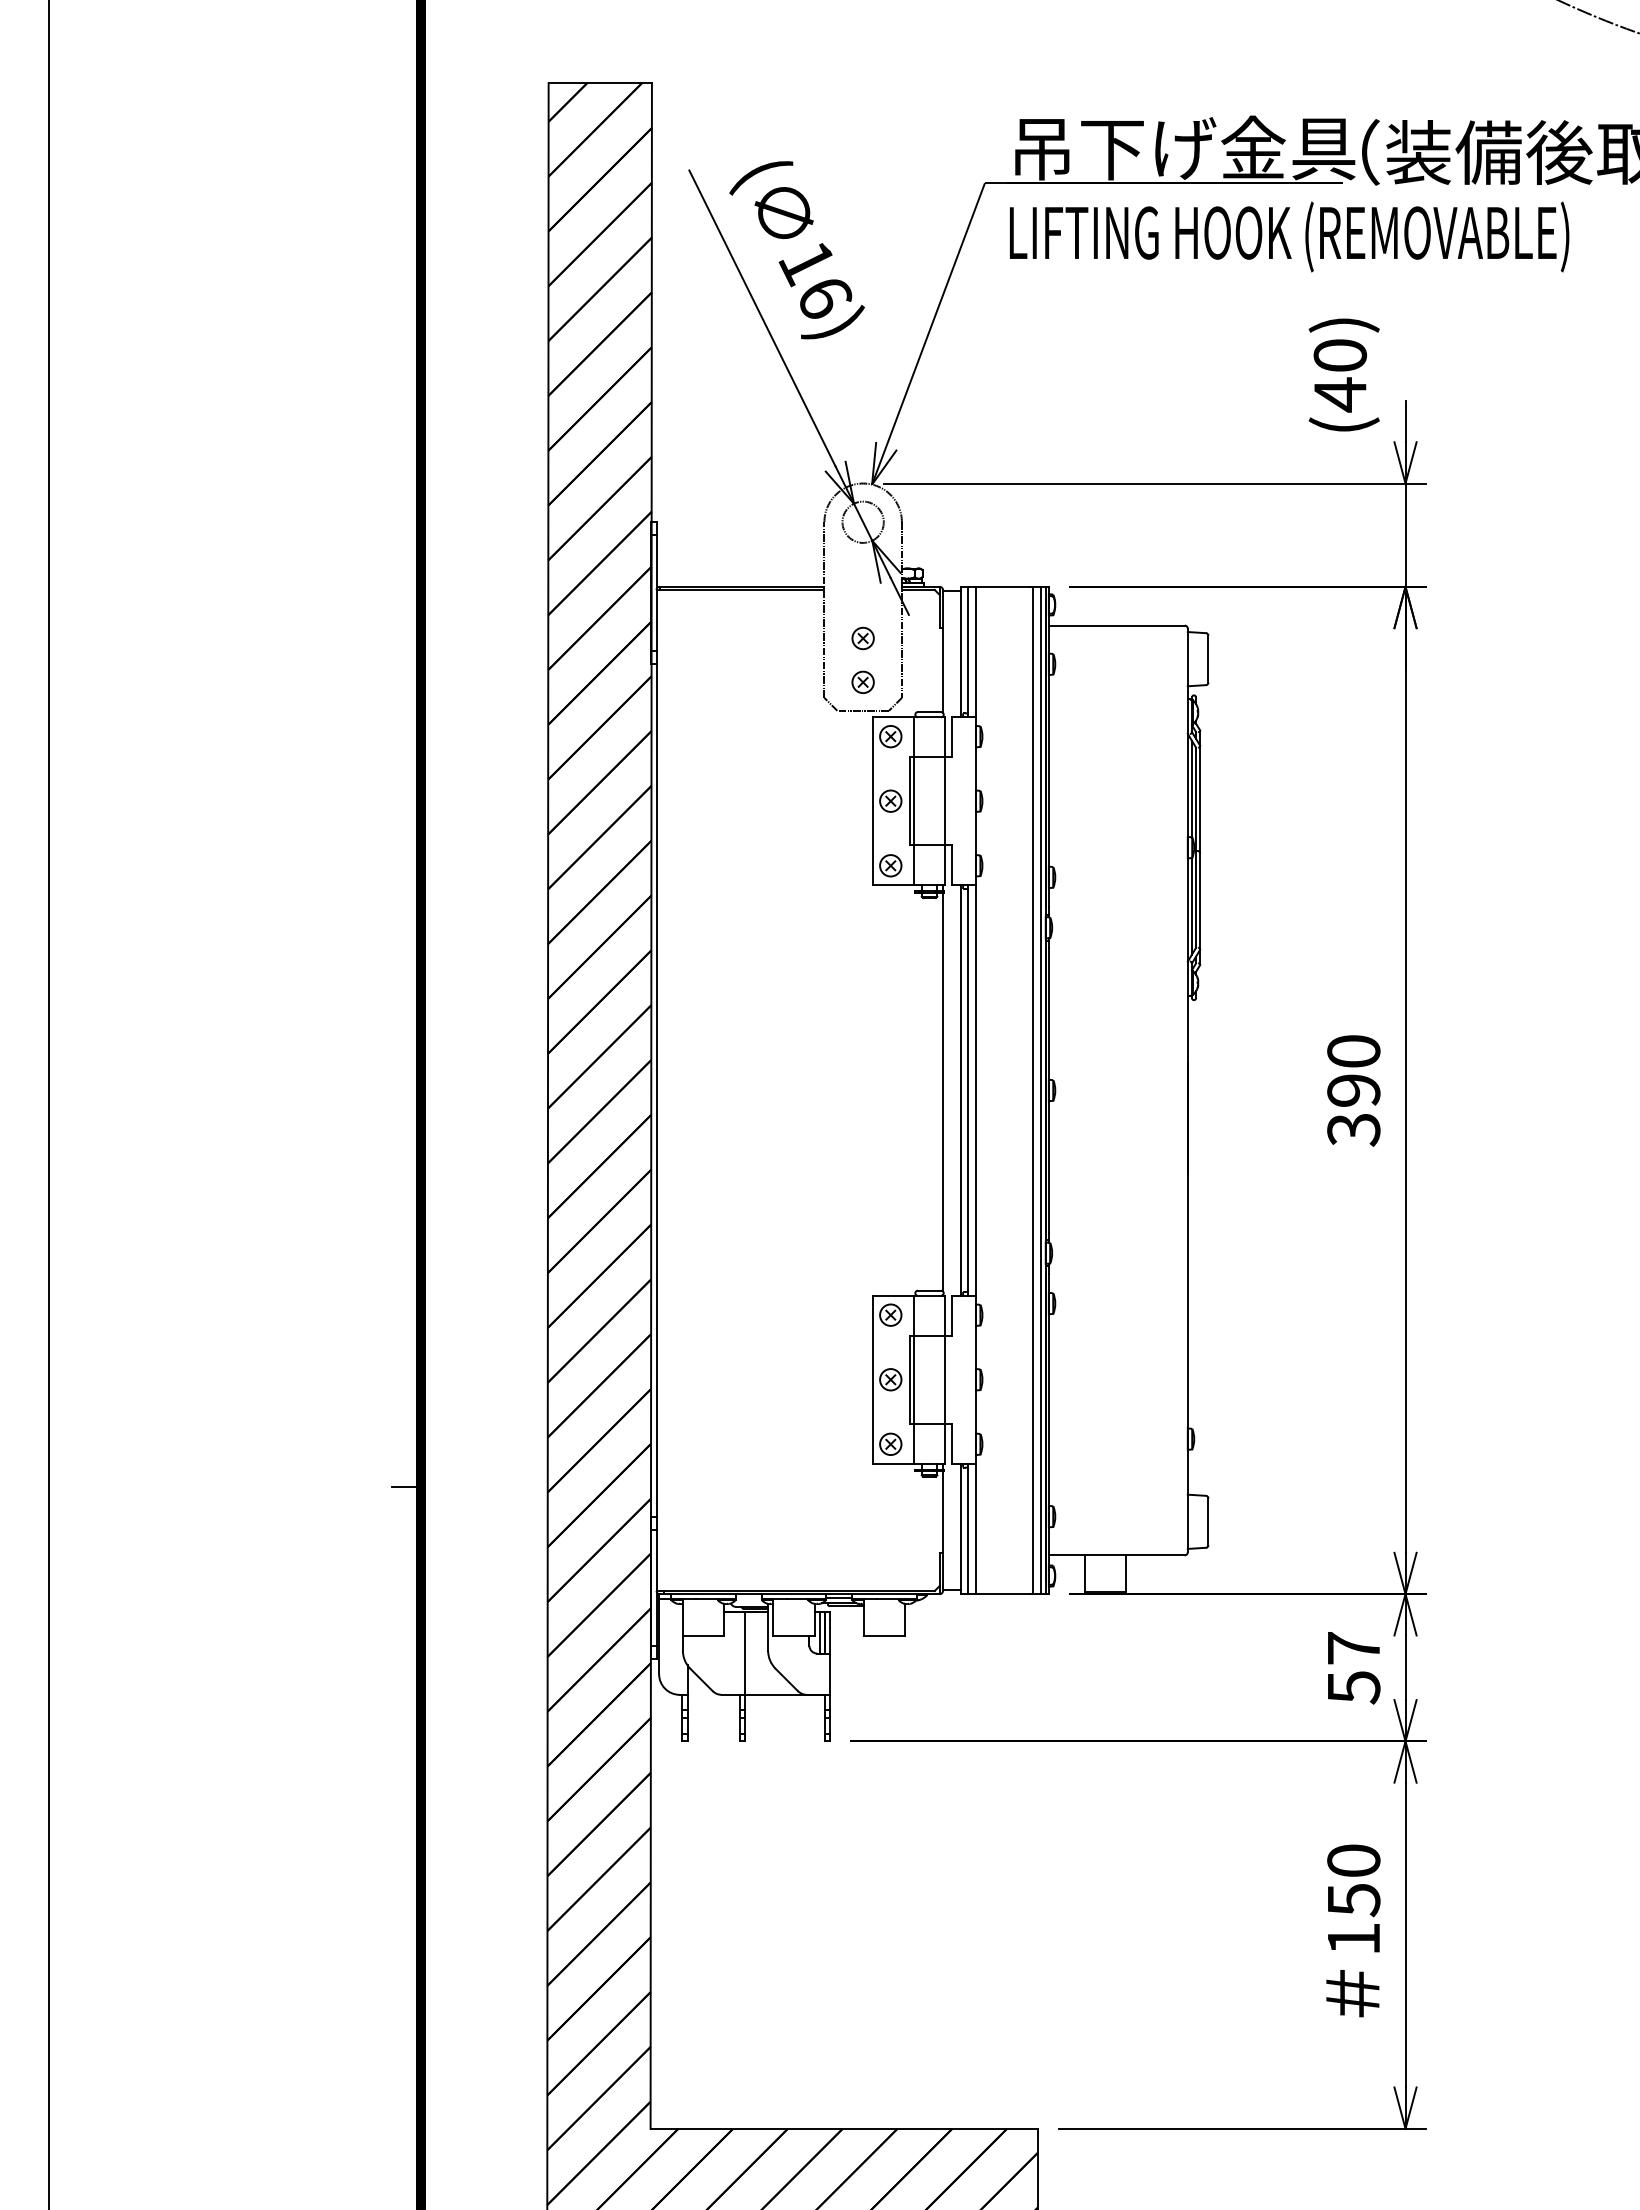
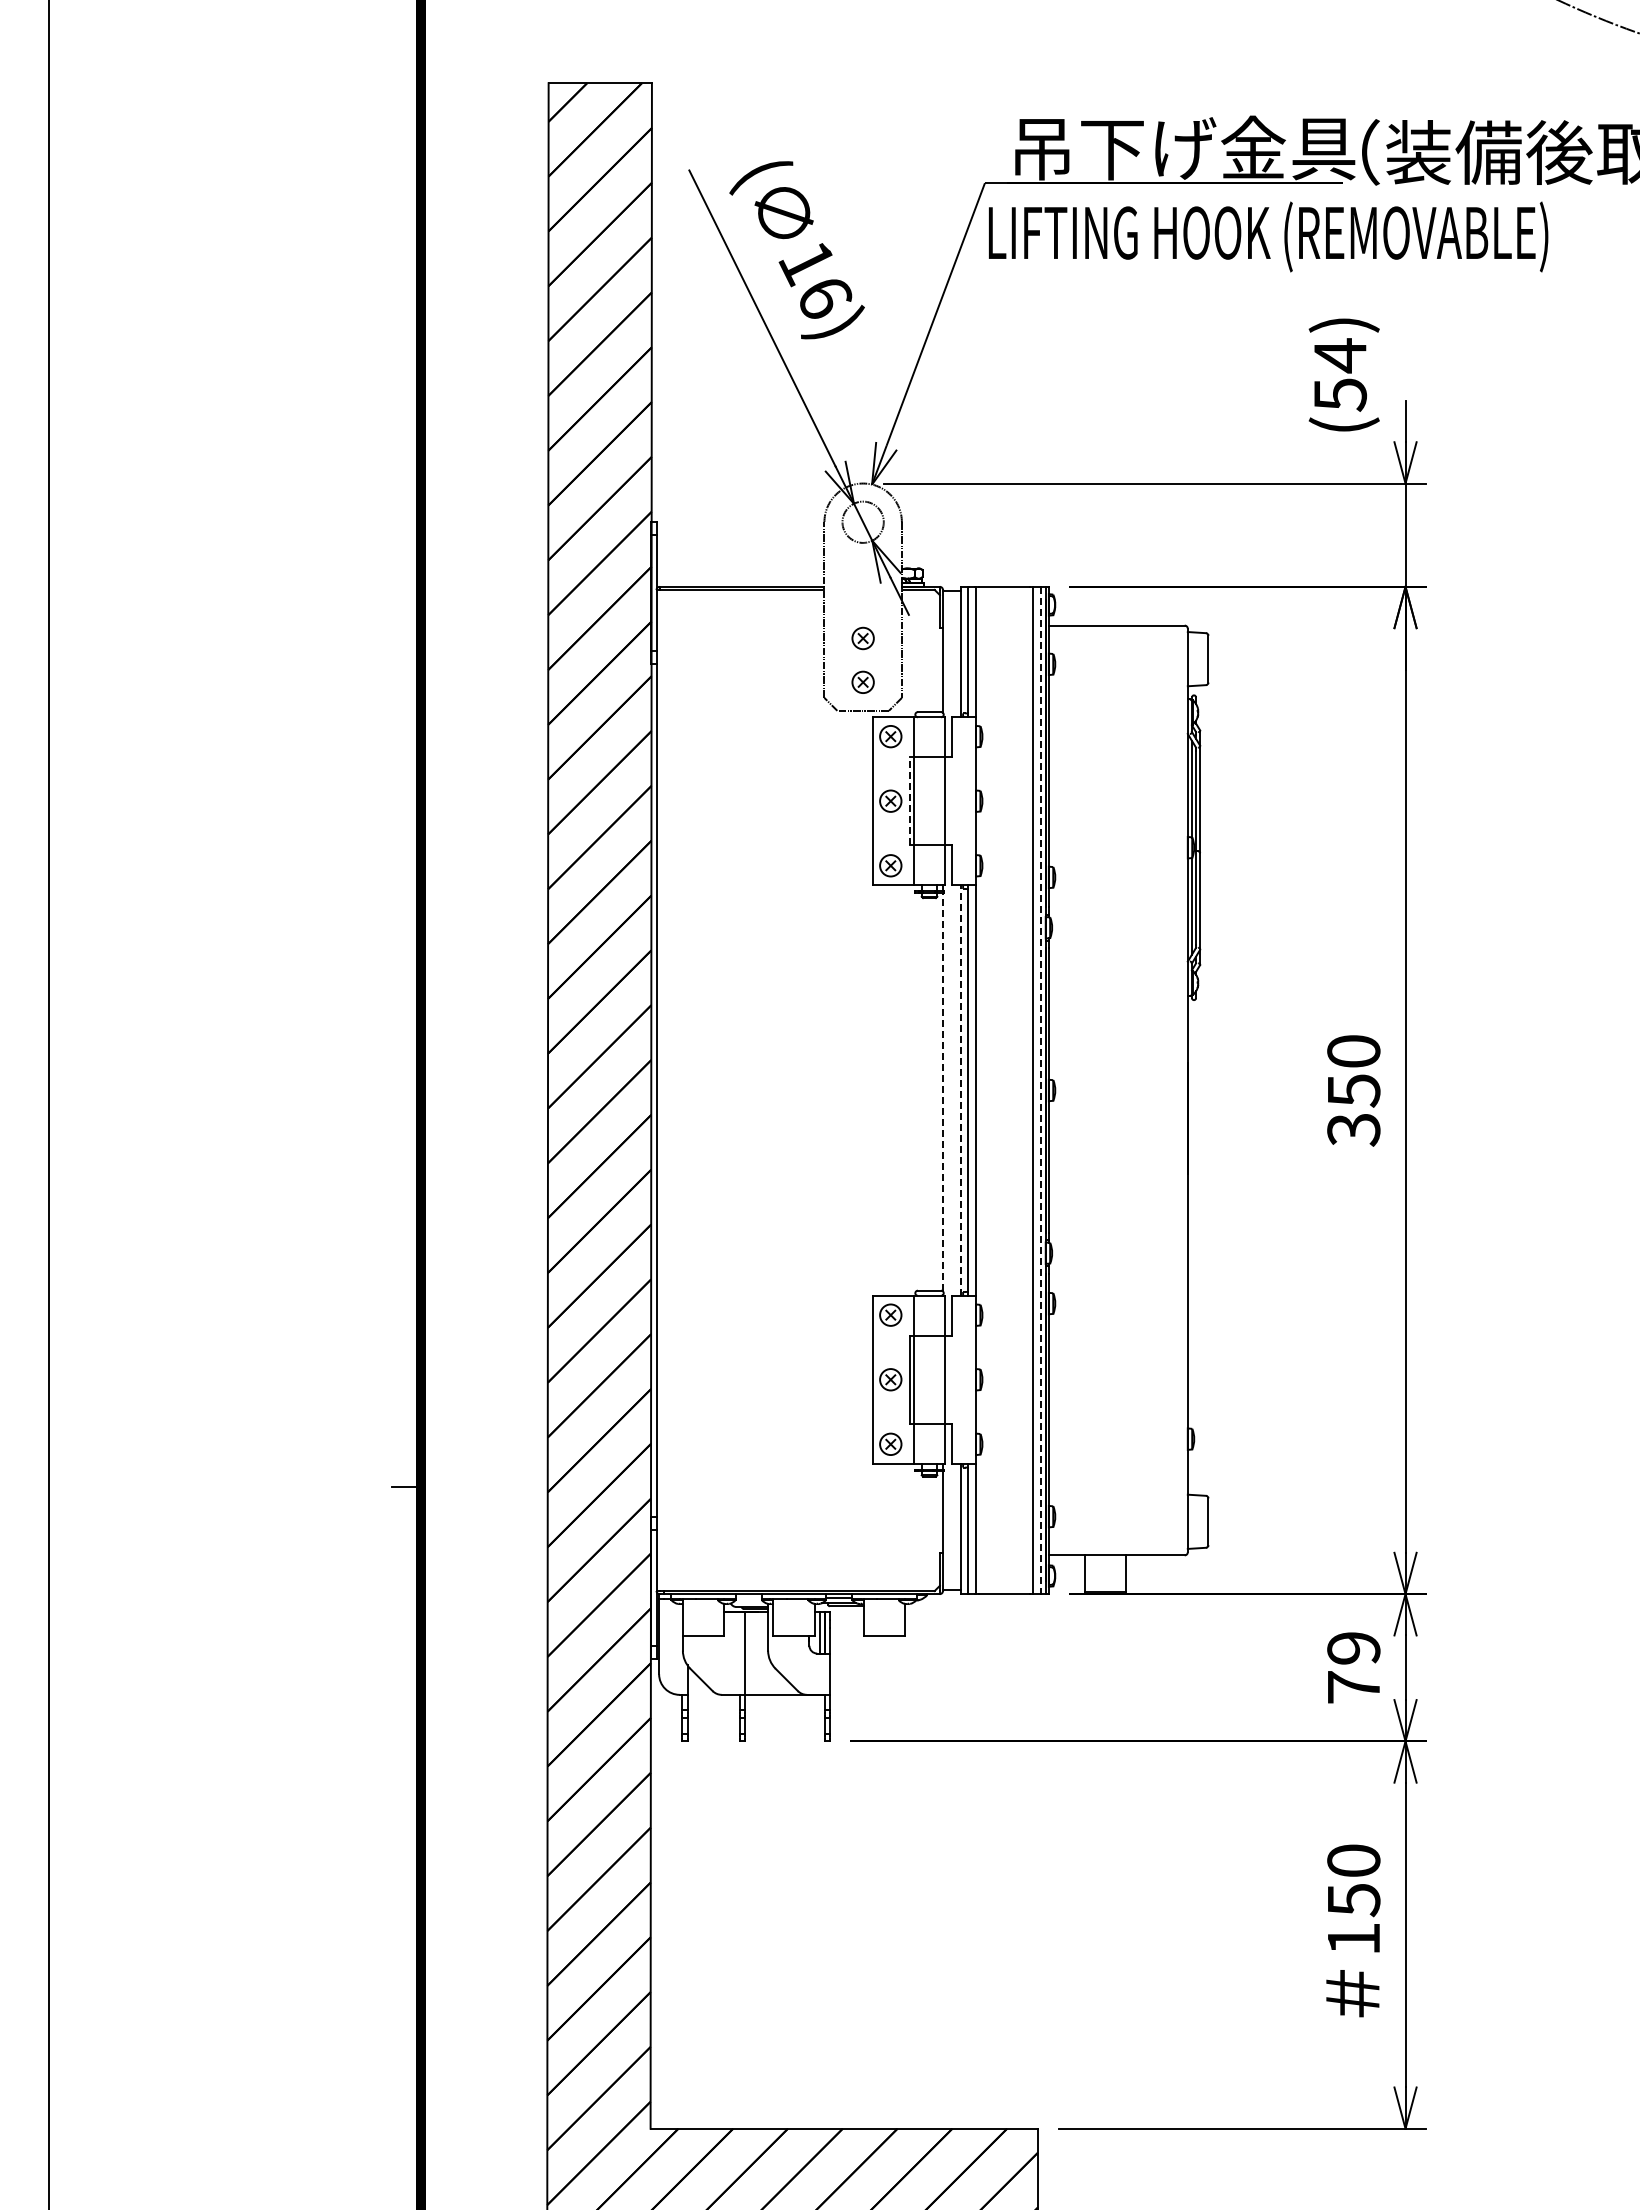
text at (1289, 236) position: (1289, 236) -> (1268, 236)
text at (1340, 375): (40) -> (54)
line at (909, 801): solid -> dashed
line at (960, 1089): solid -> dashed
line at (1040, 1090): solid -> dashed
text at (1353, 1090): 390 -> 350
line at (942, 1091): solid -> dashed
text at (1353, 1668): 57 -> 79
